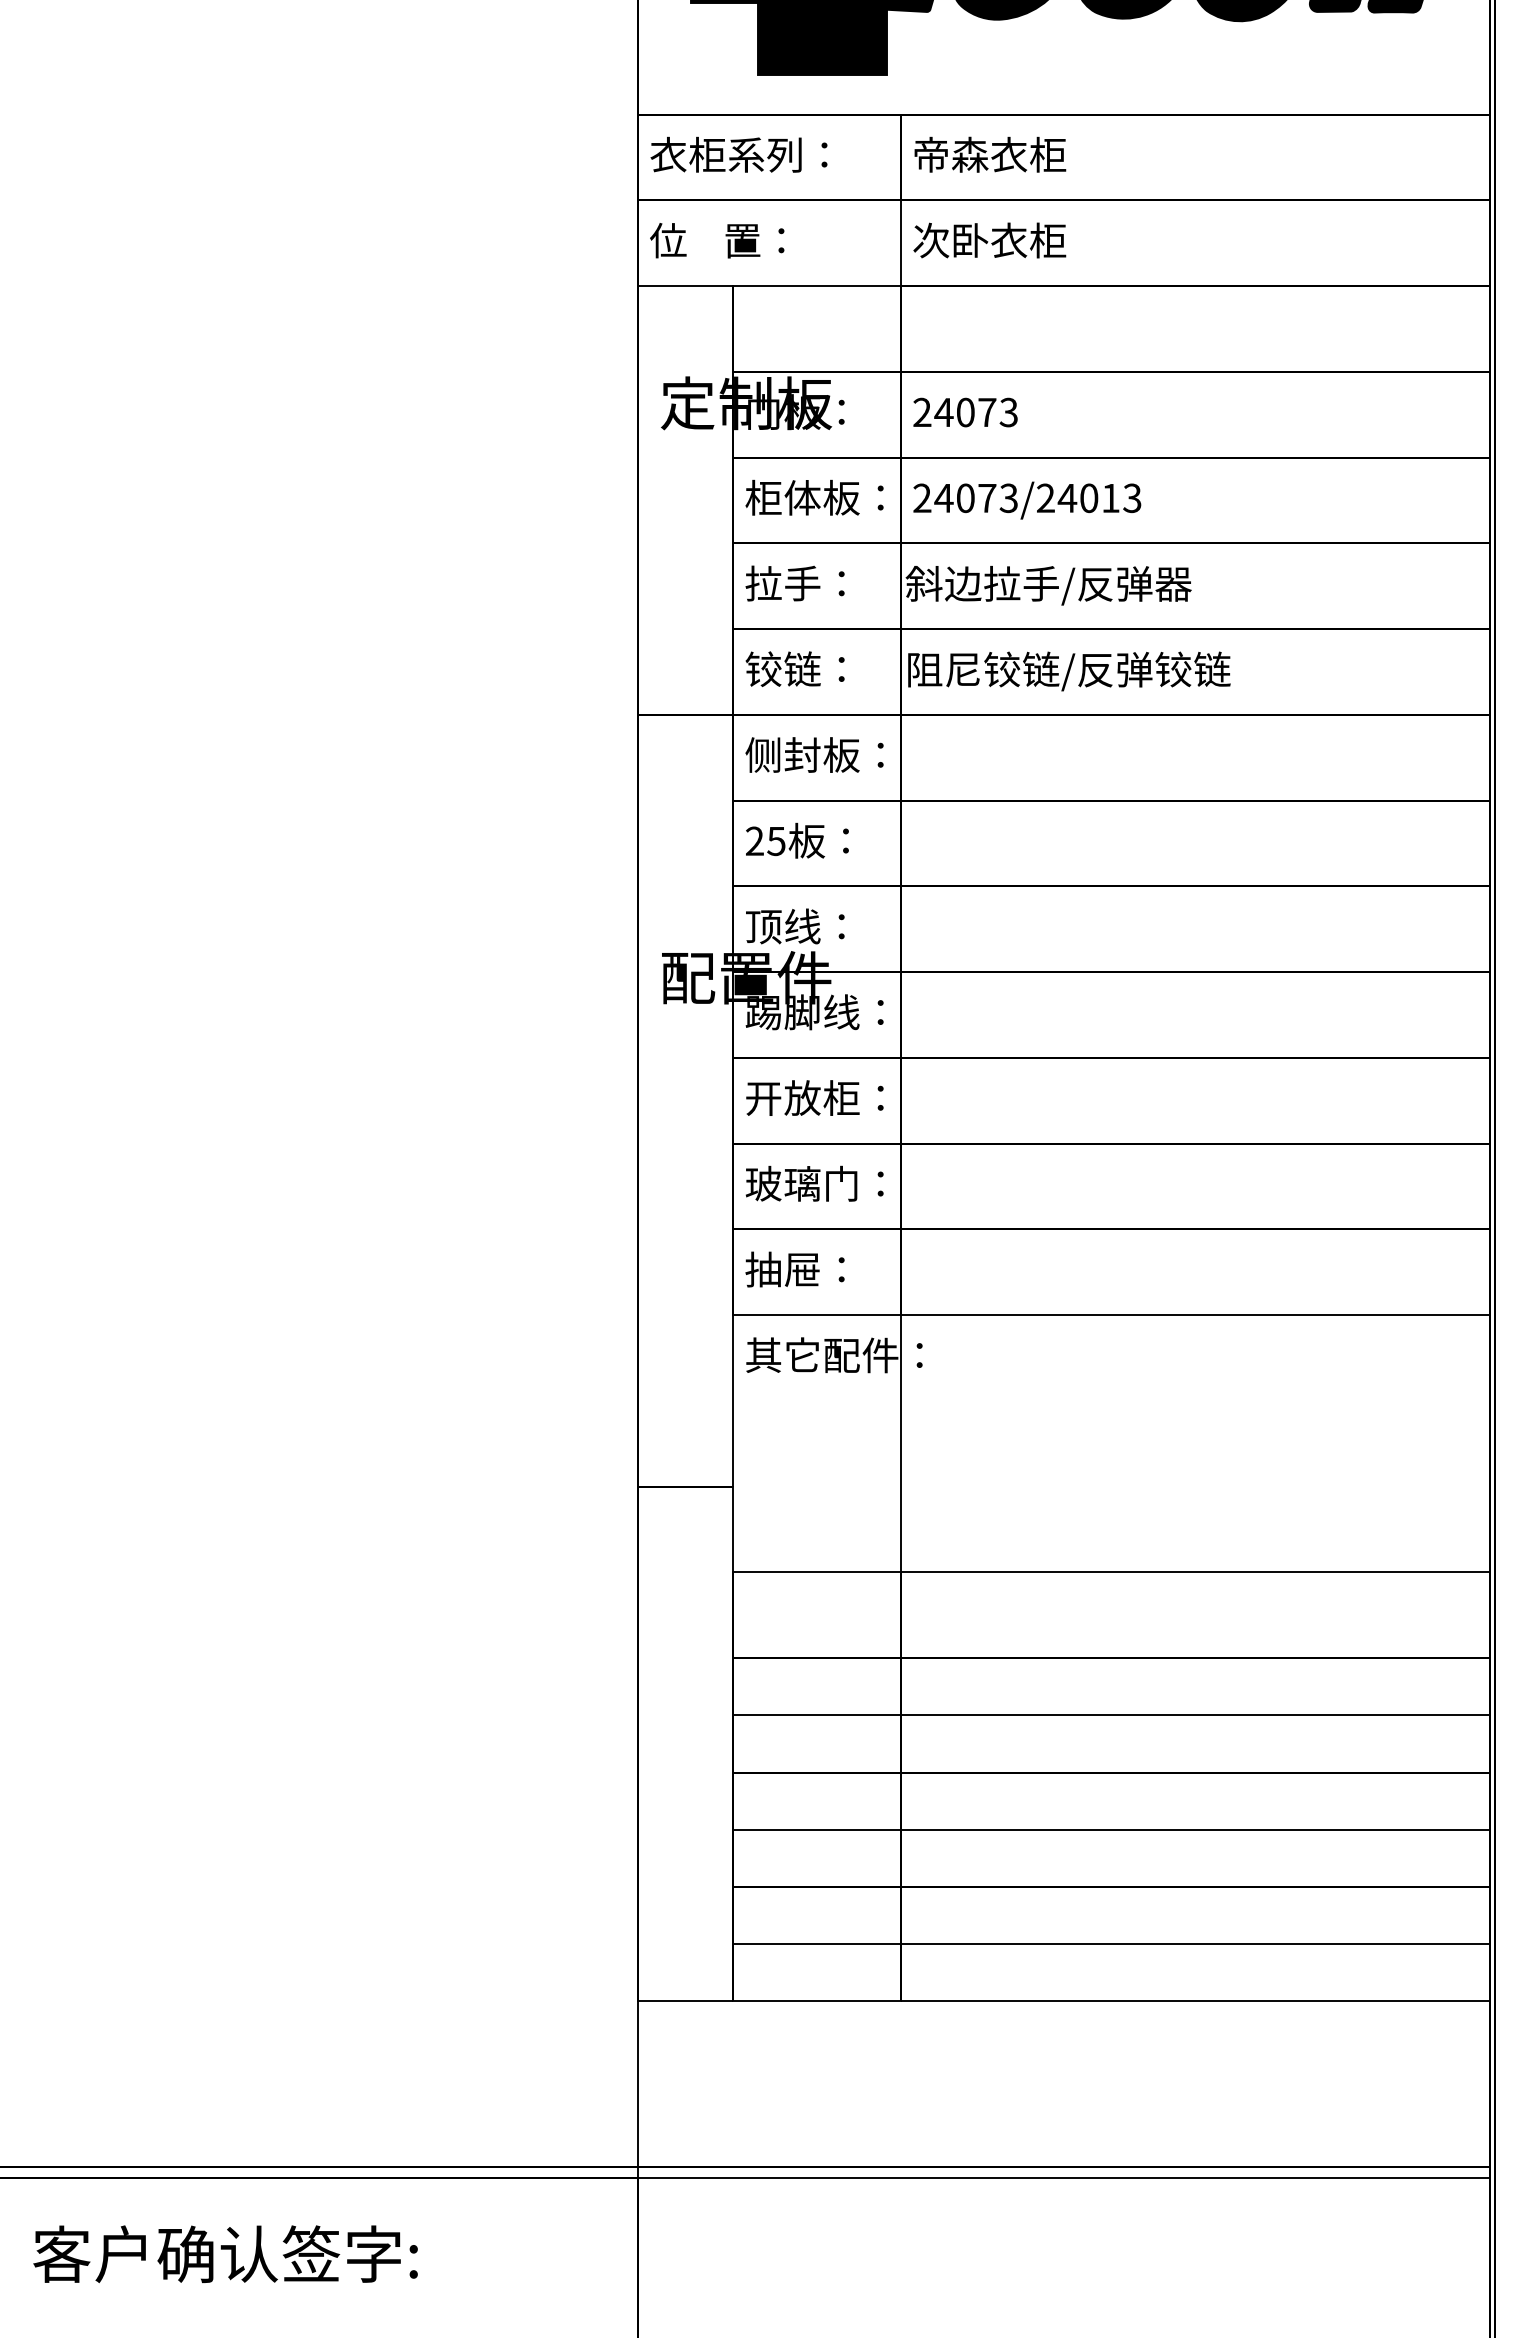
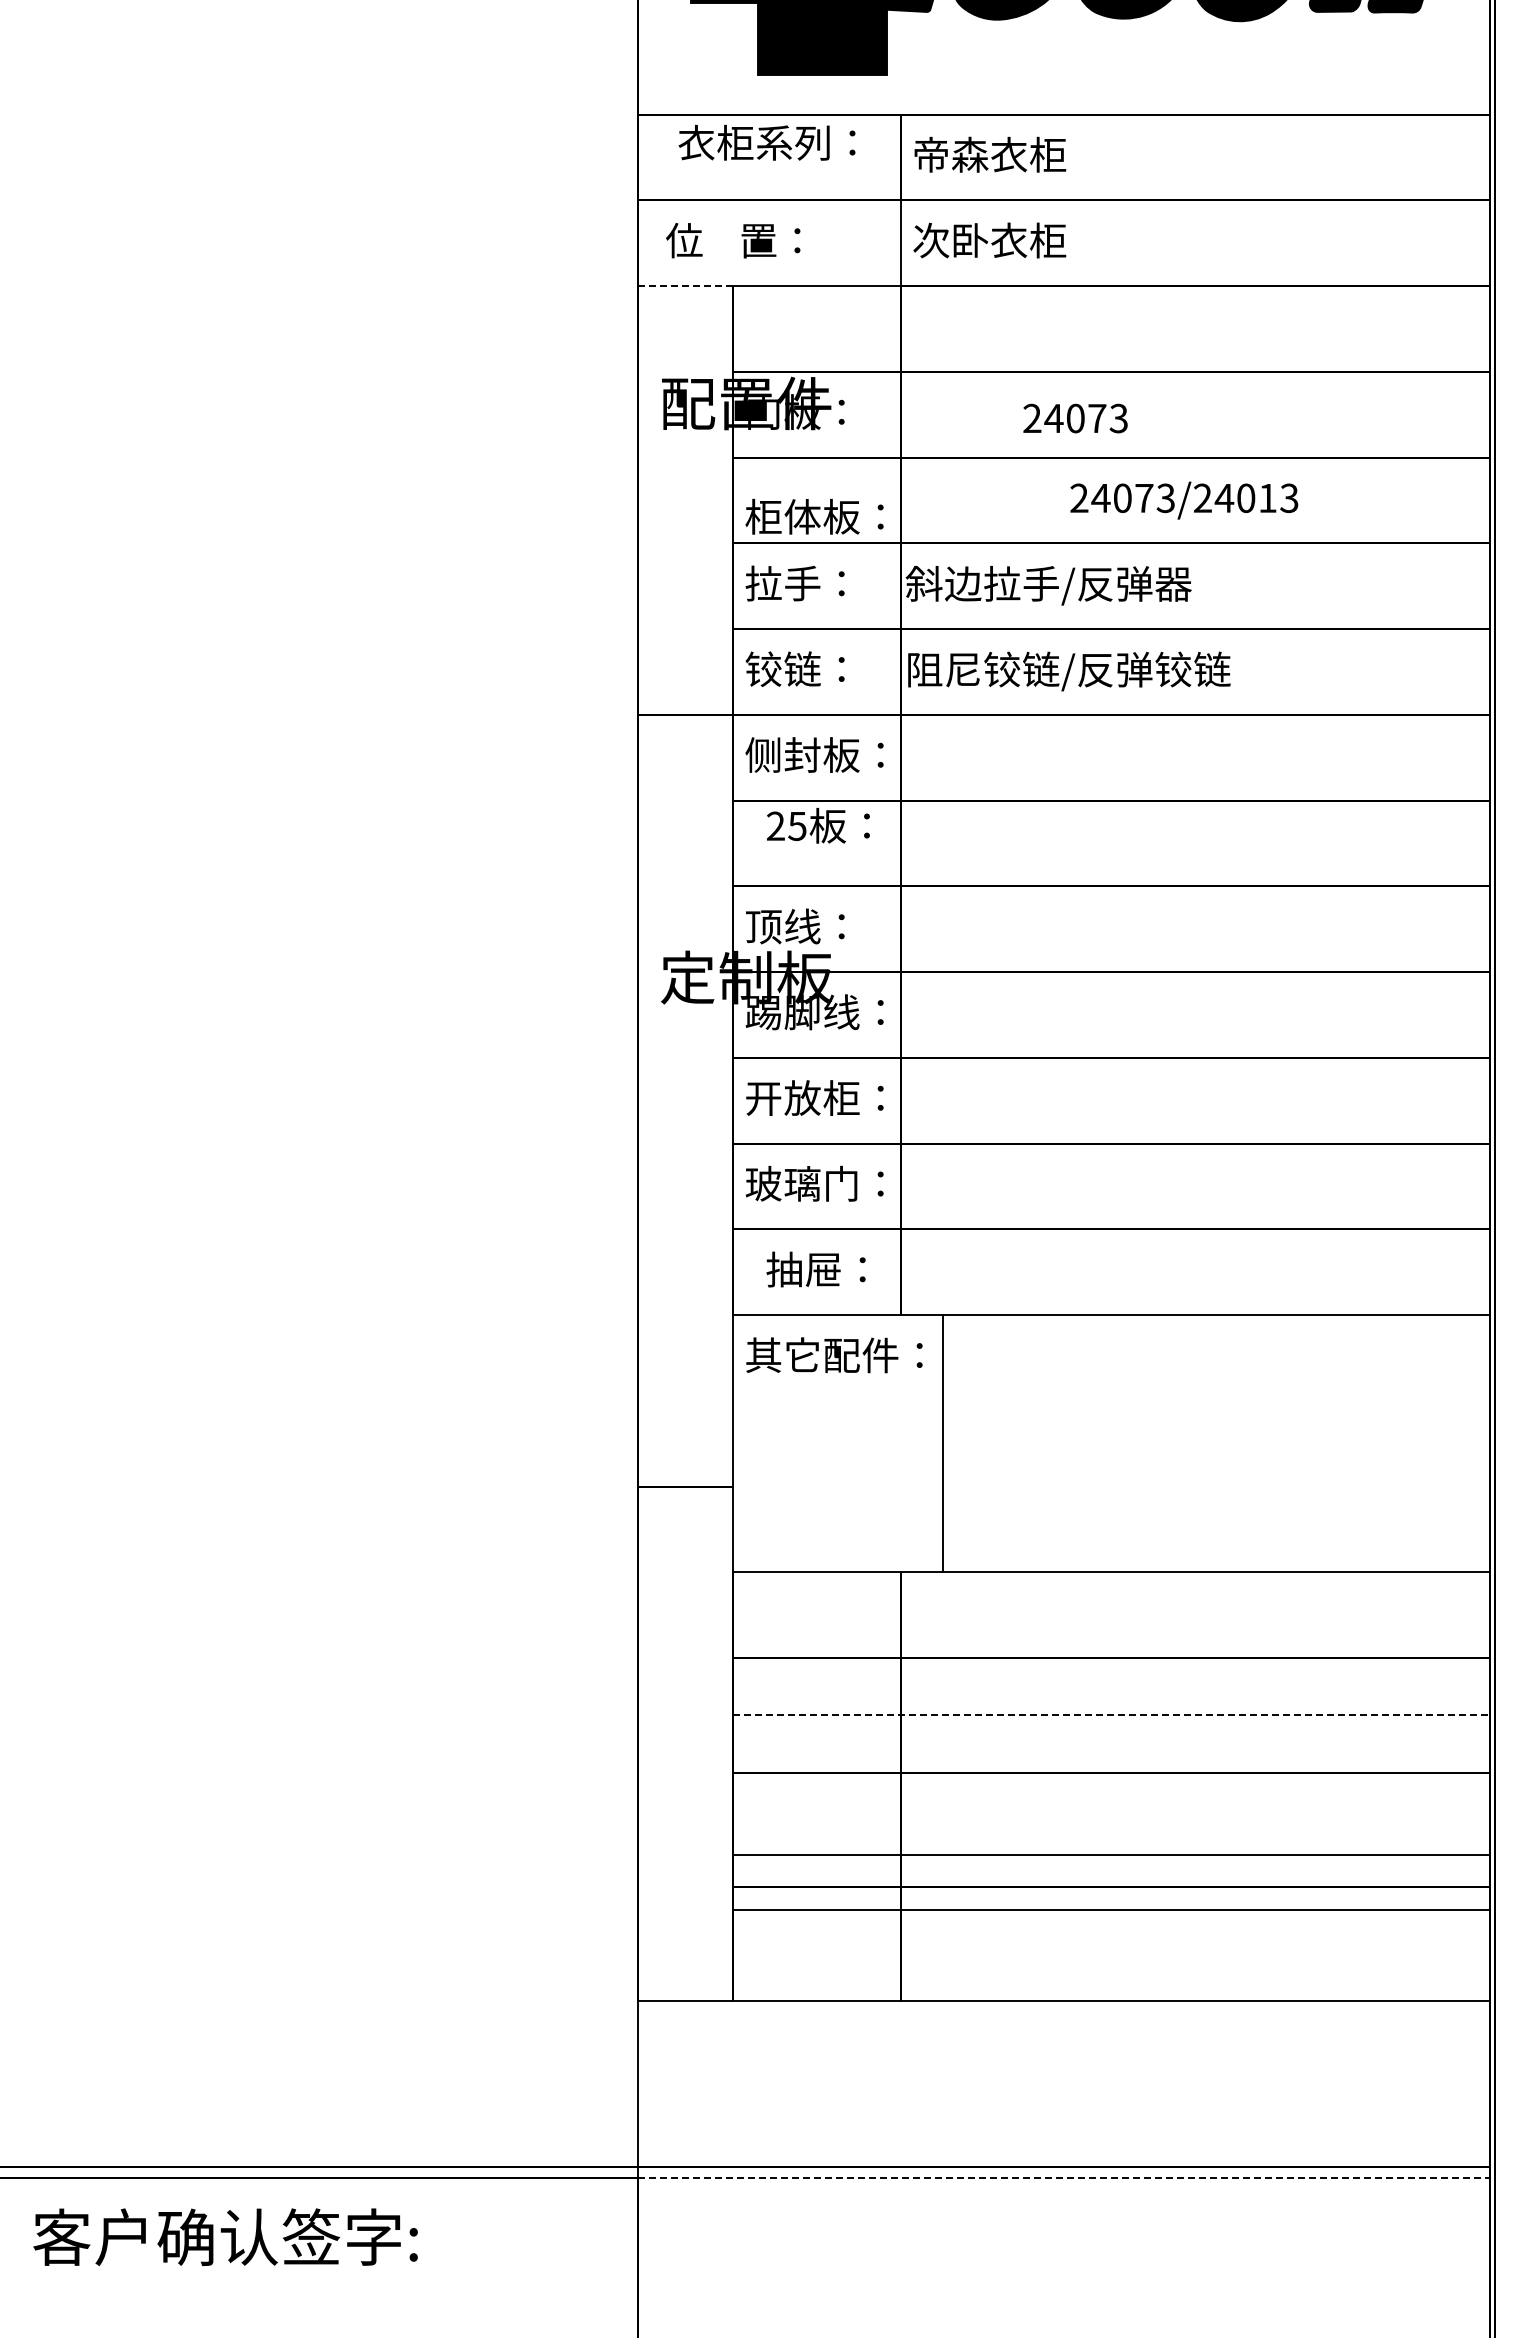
text at (738, 154) position: (738, 154) -> (766, 142)
text at (717, 240) position: (717, 240) -> (733, 240)
line at (685, 286): solid -> dashed
text at (746, 403): 定制板 -> 配置件
text at (965, 412) position: (965, 412) -> (1075, 418)
text at (814, 497) position: (814, 497) -> (814, 516)
text at (1027, 500) position: (1027, 500) -> (1184, 500)
text at (797, 840) position: (797, 840) -> (818, 825)
text at (746, 977): 配置件 -> 定制板
text at (794, 1269) position: (794, 1269) -> (815, 1269)
line at (900, 1443) position: (900, 1443) -> (942, 1443)
line at (1111, 1715): solid -> dashed
line at (1111, 1829) position: (1111, 1829) -> (1111, 1854)
line at (1111, 1944) position: (1111, 1944) -> (1111, 1910)
line at (1063, 2178): solid -> dashed
text at (225, 2254) position: (225, 2254) -> (225, 2237)
